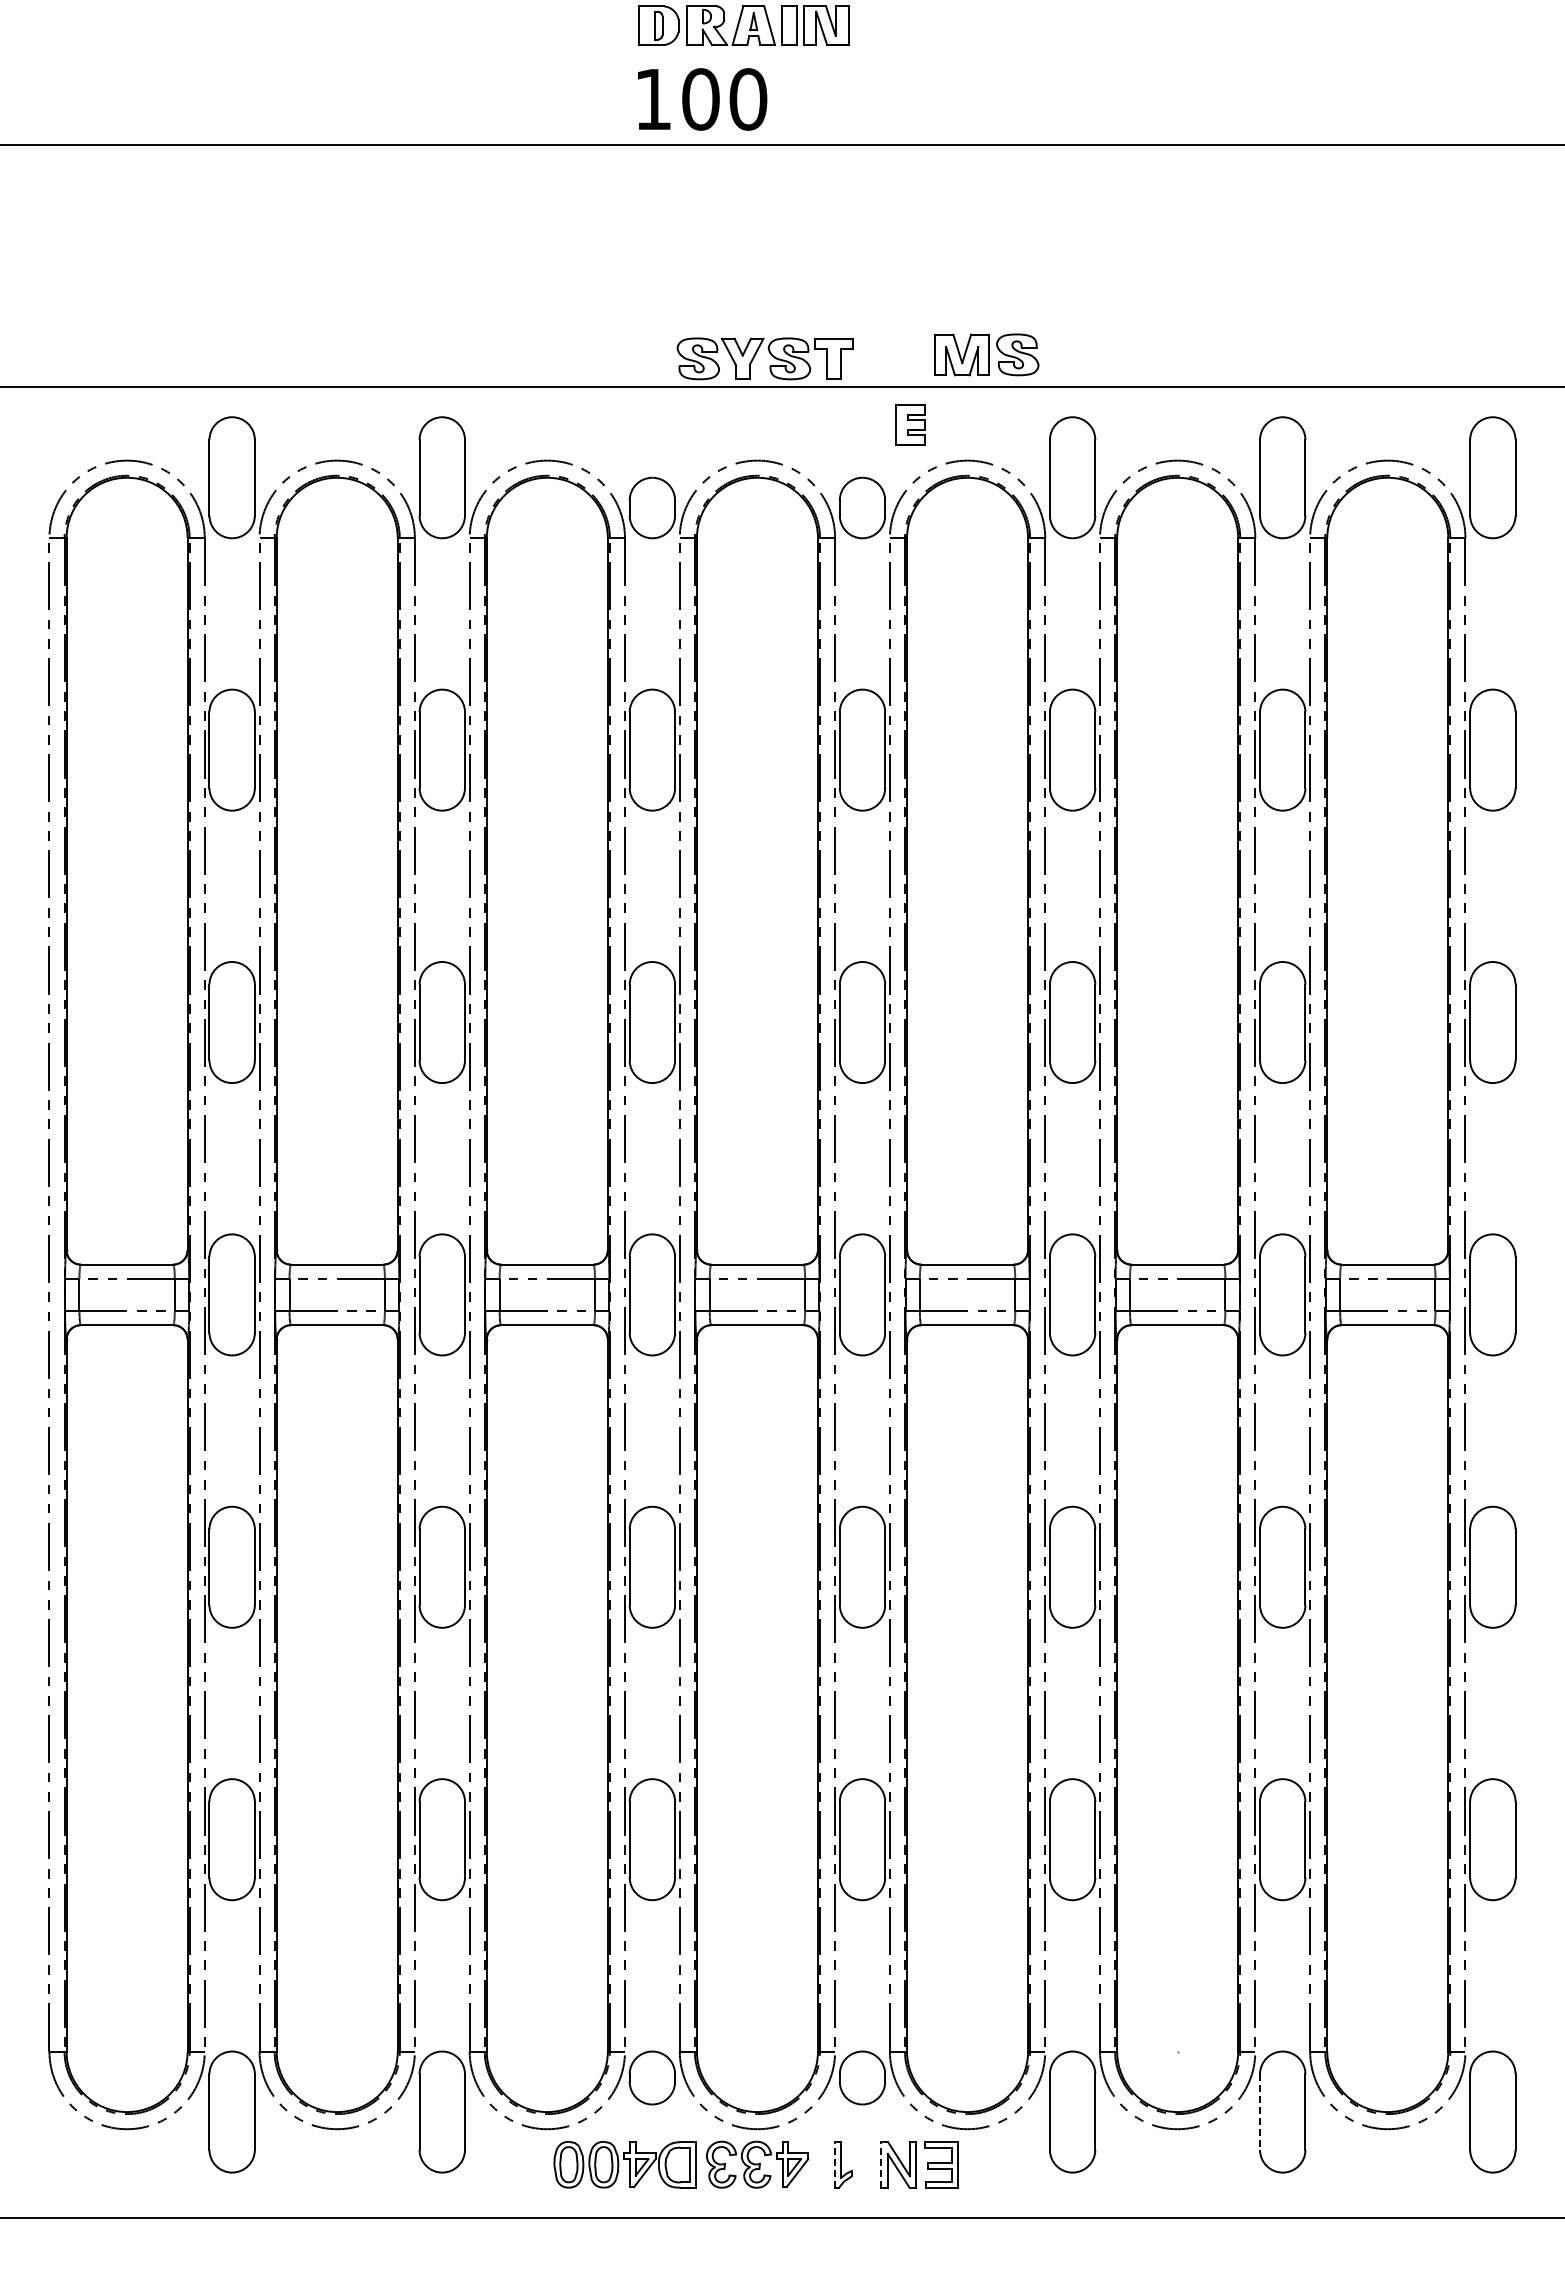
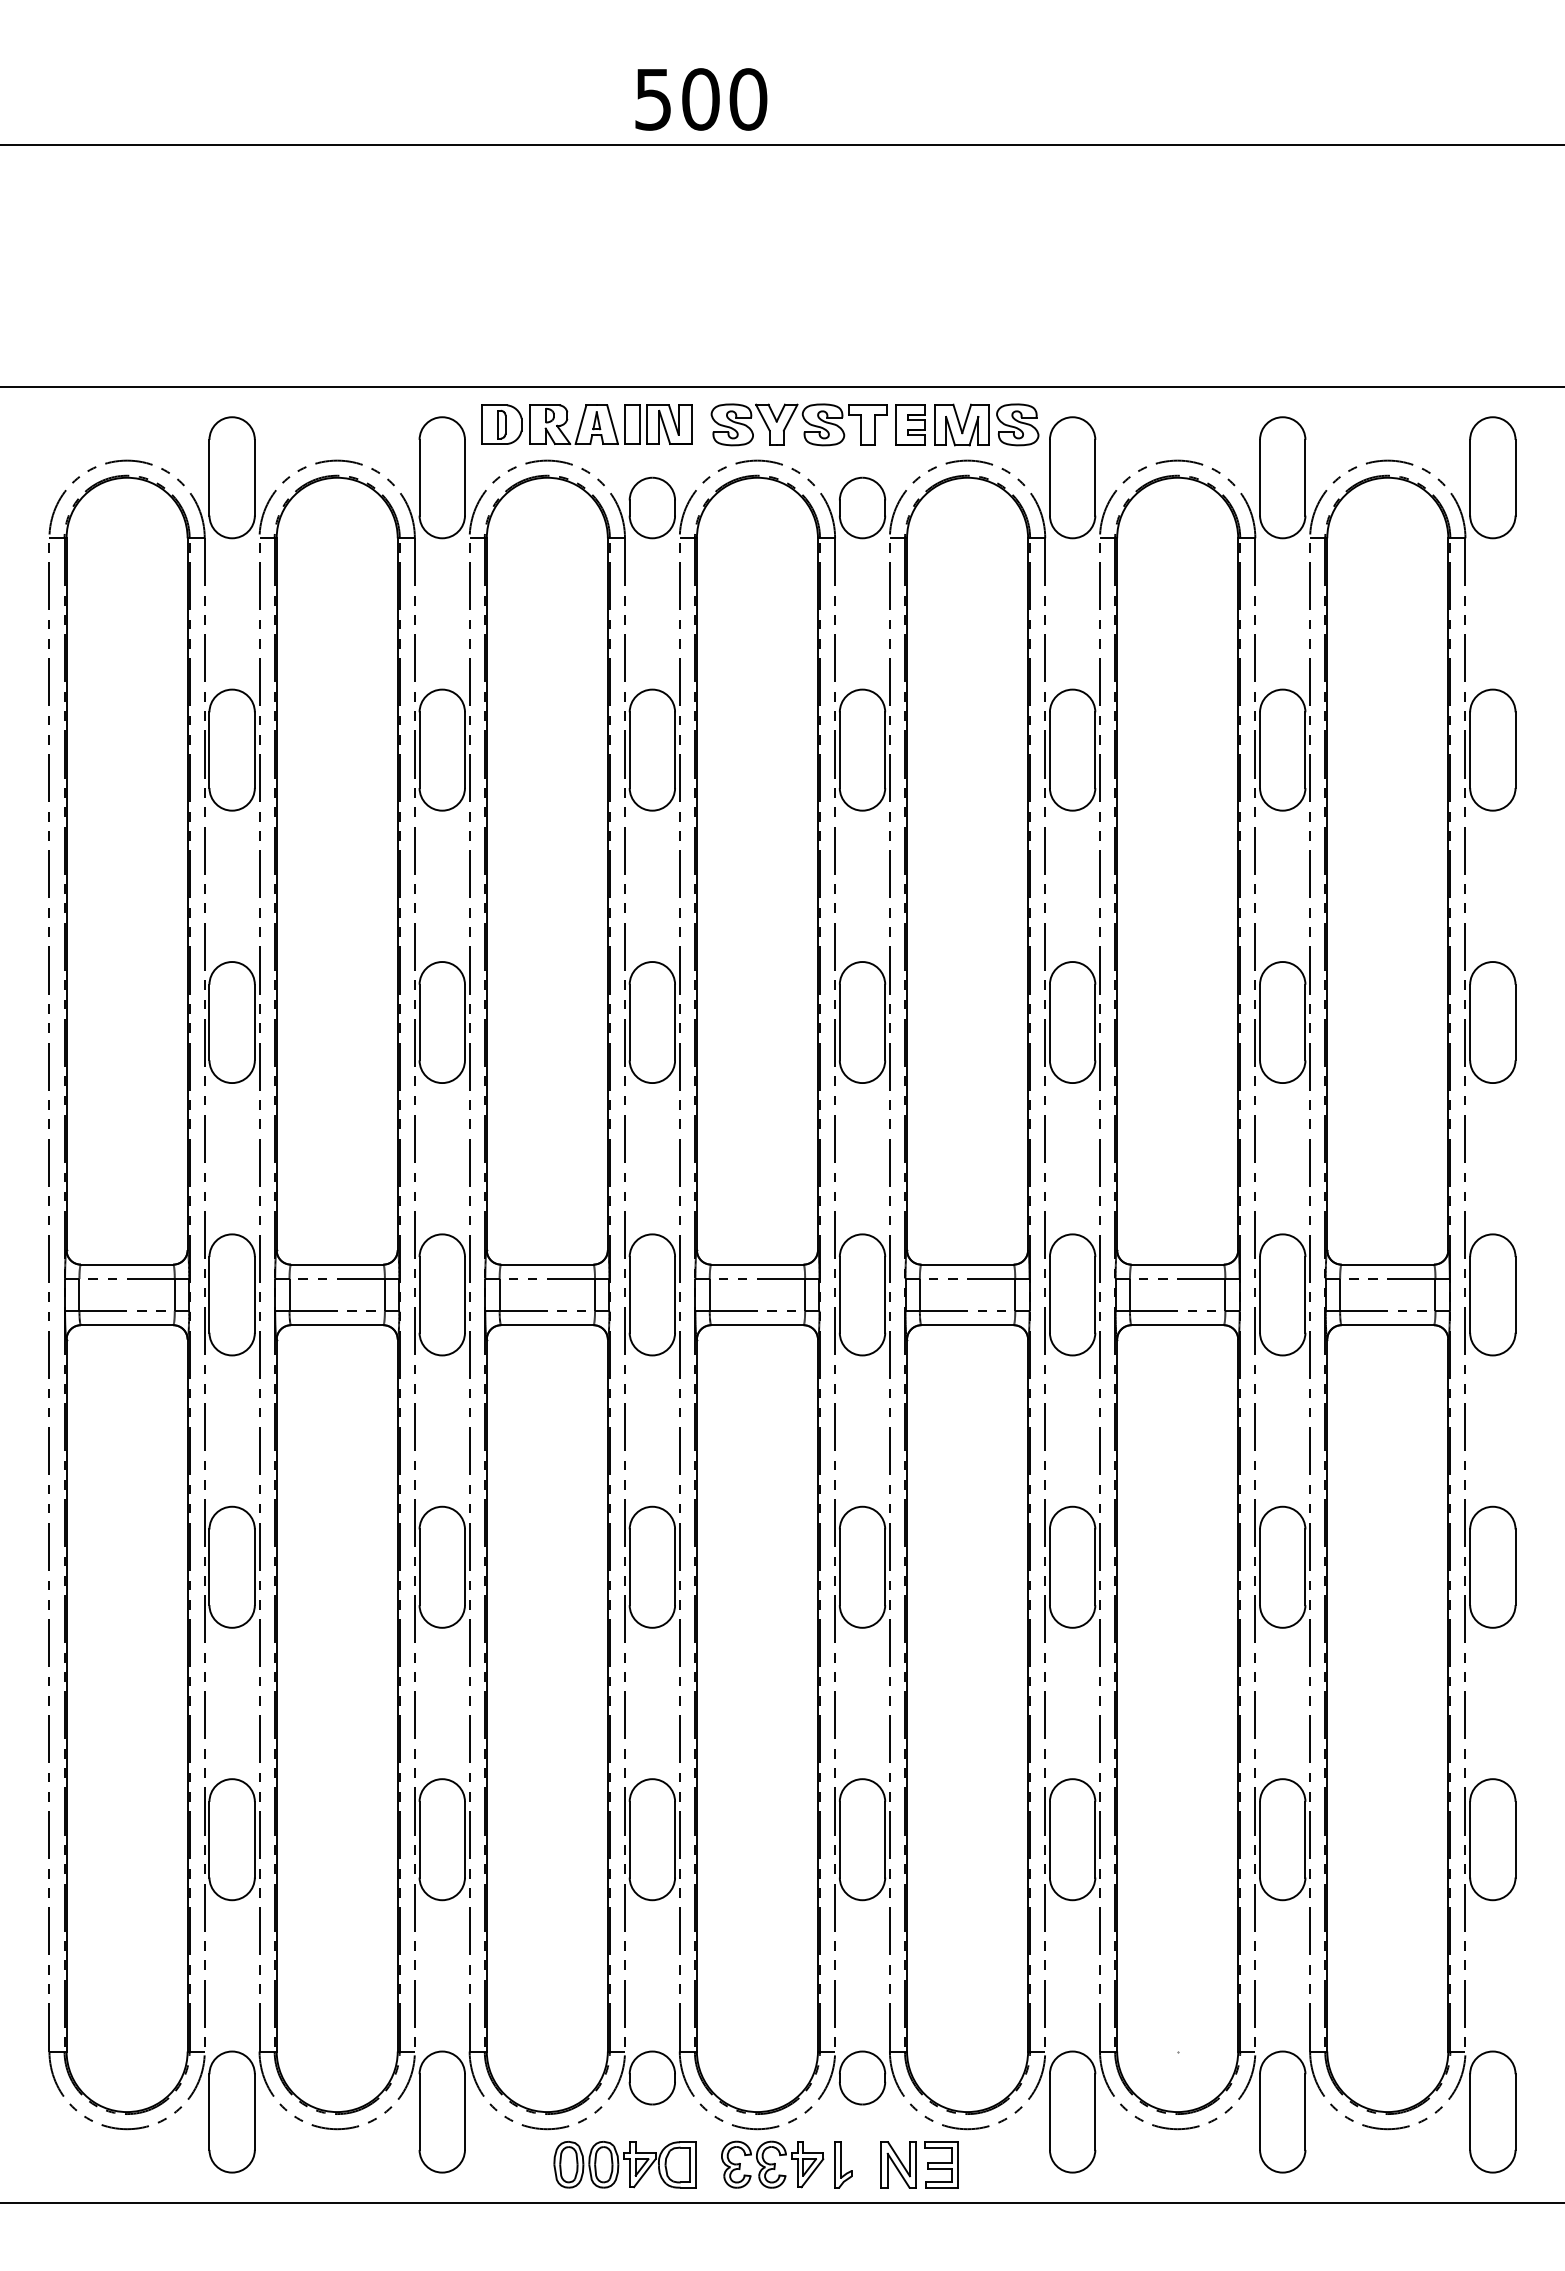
part at (743, 25) position: (743, 25) -> (586, 424)
text at (652, 99): 100 -> 500
part at (769, 353) position: (769, 353) -> (803, 419)
part at (986, 354) position: (986, 354) -> (986, 424)
line at (1260, 2112): dashed -> solid
part at (757, 2164) position: (757, 2164) -> (772, 2164)
line at (835, 2165): dashed -> solid
line at (881, 2165): dashed -> solid
line at (781, 2217) position: (781, 2217) -> (781, 2202)
